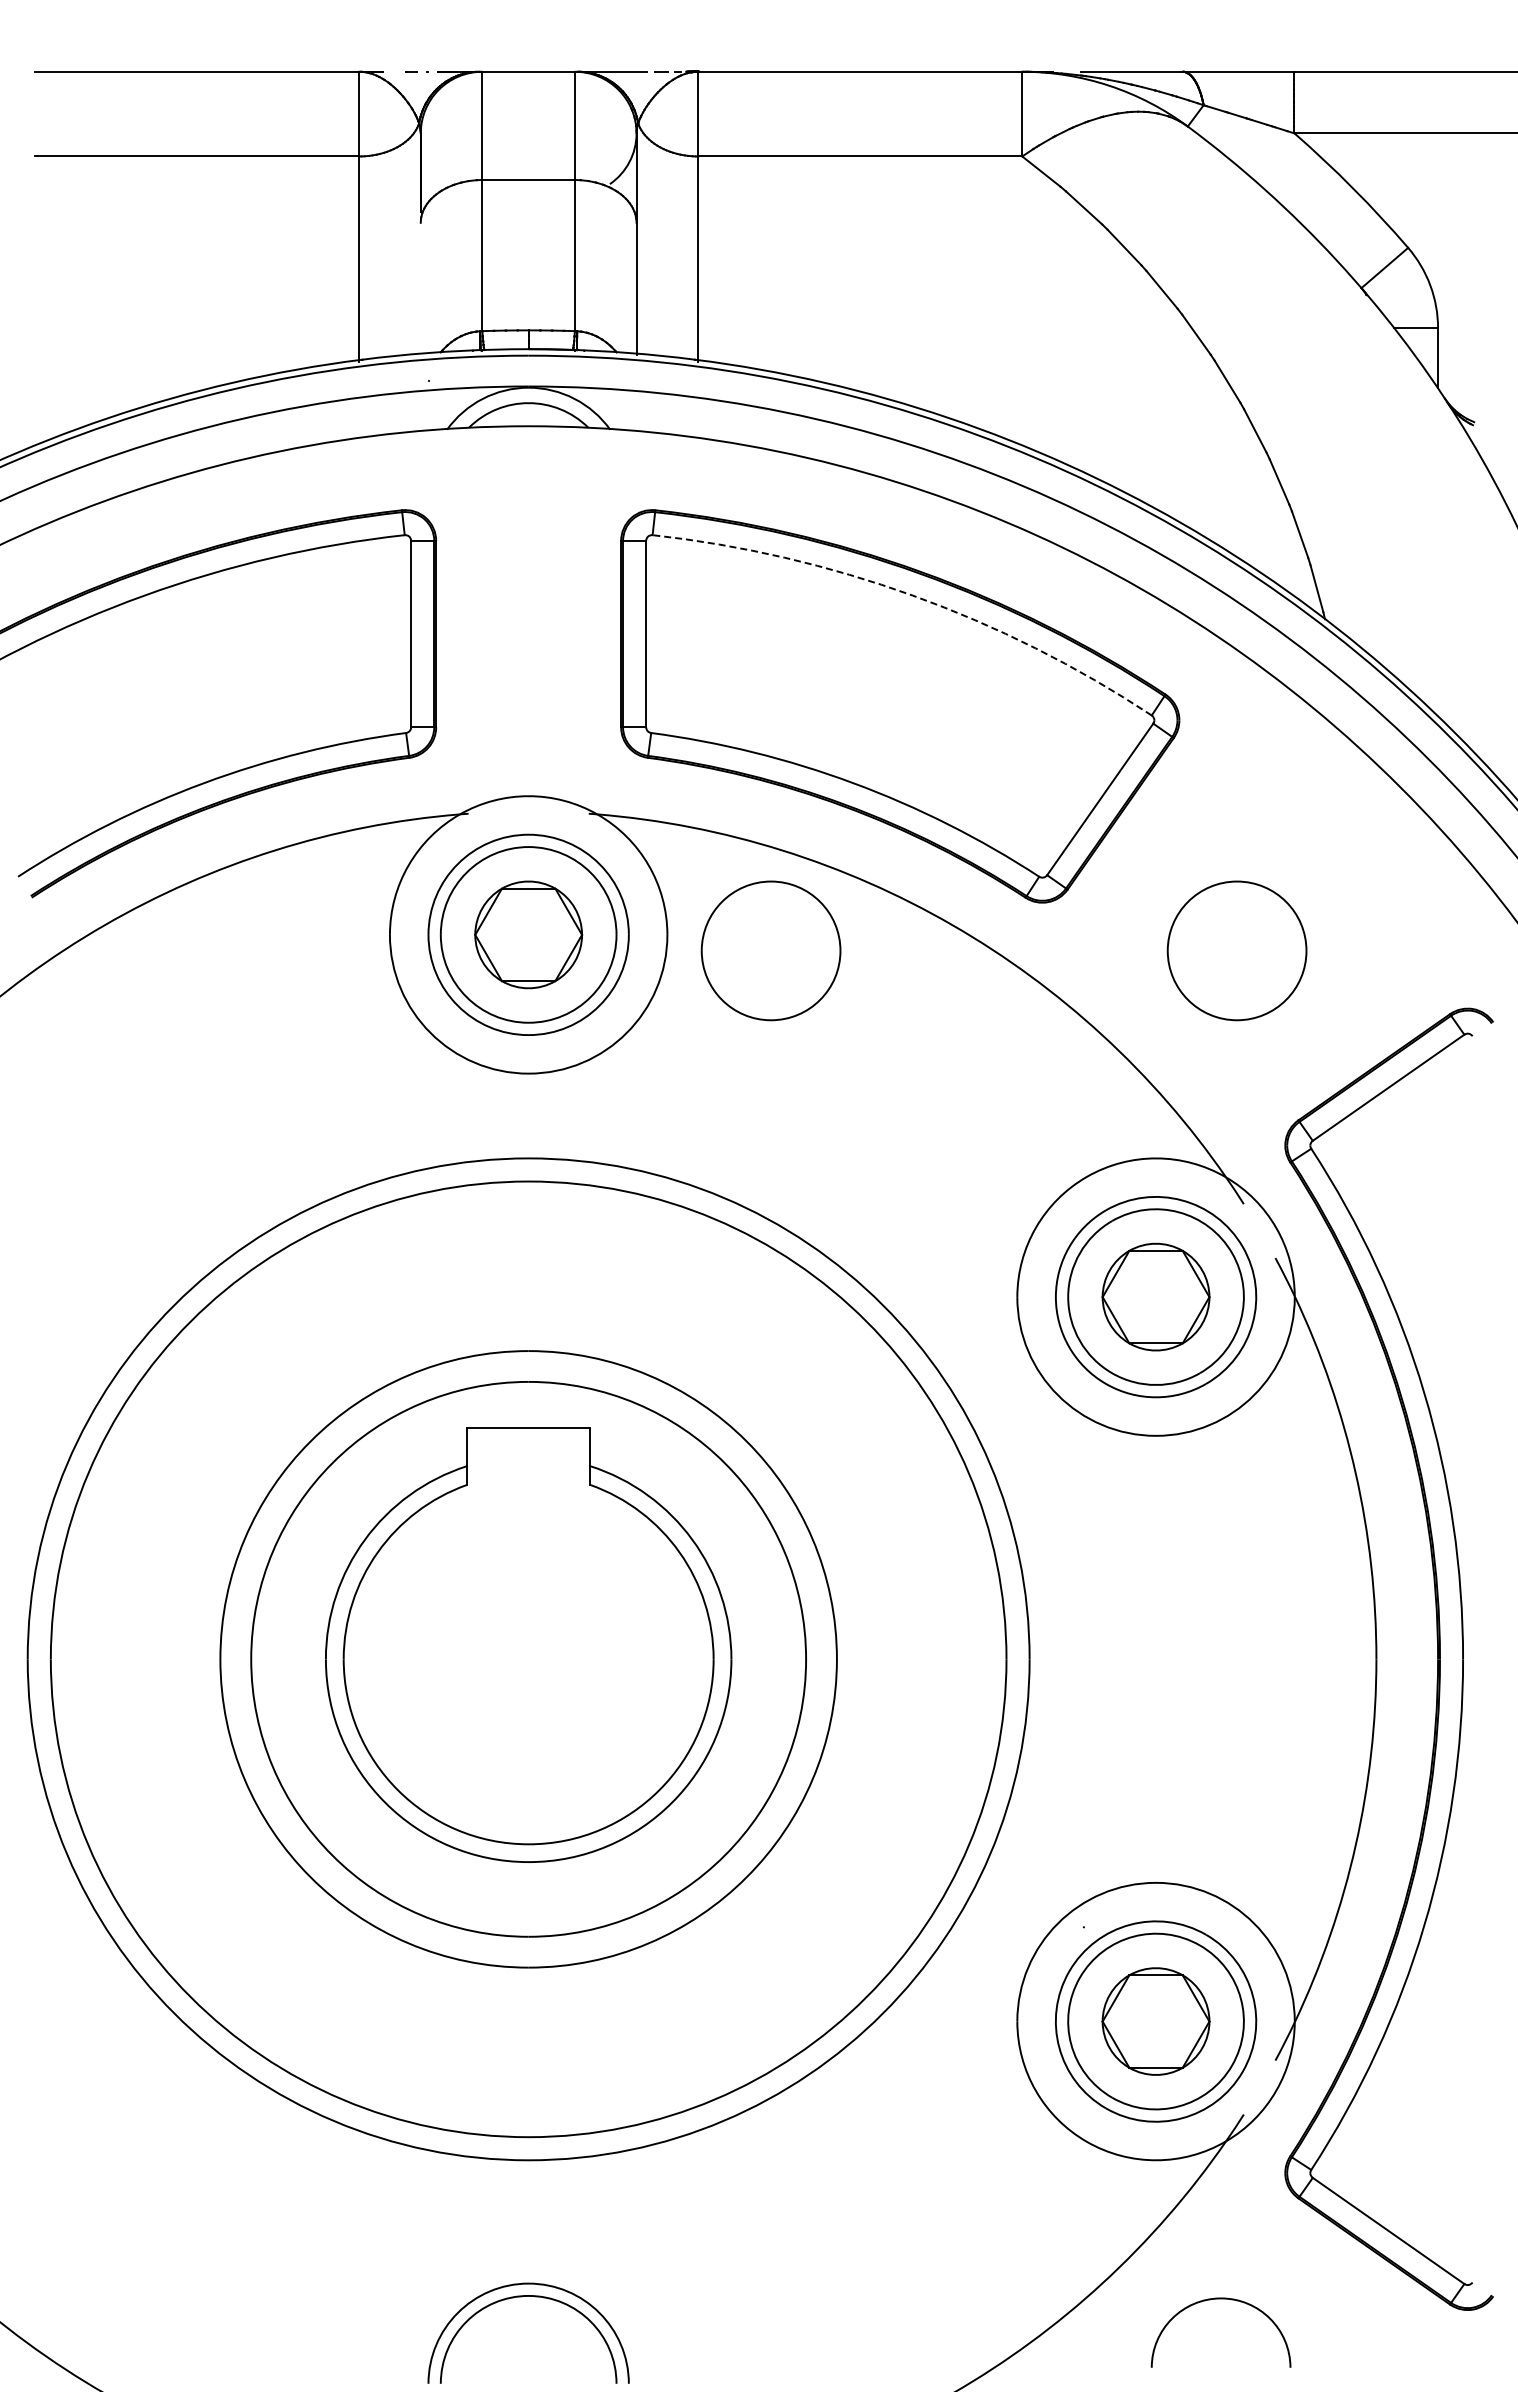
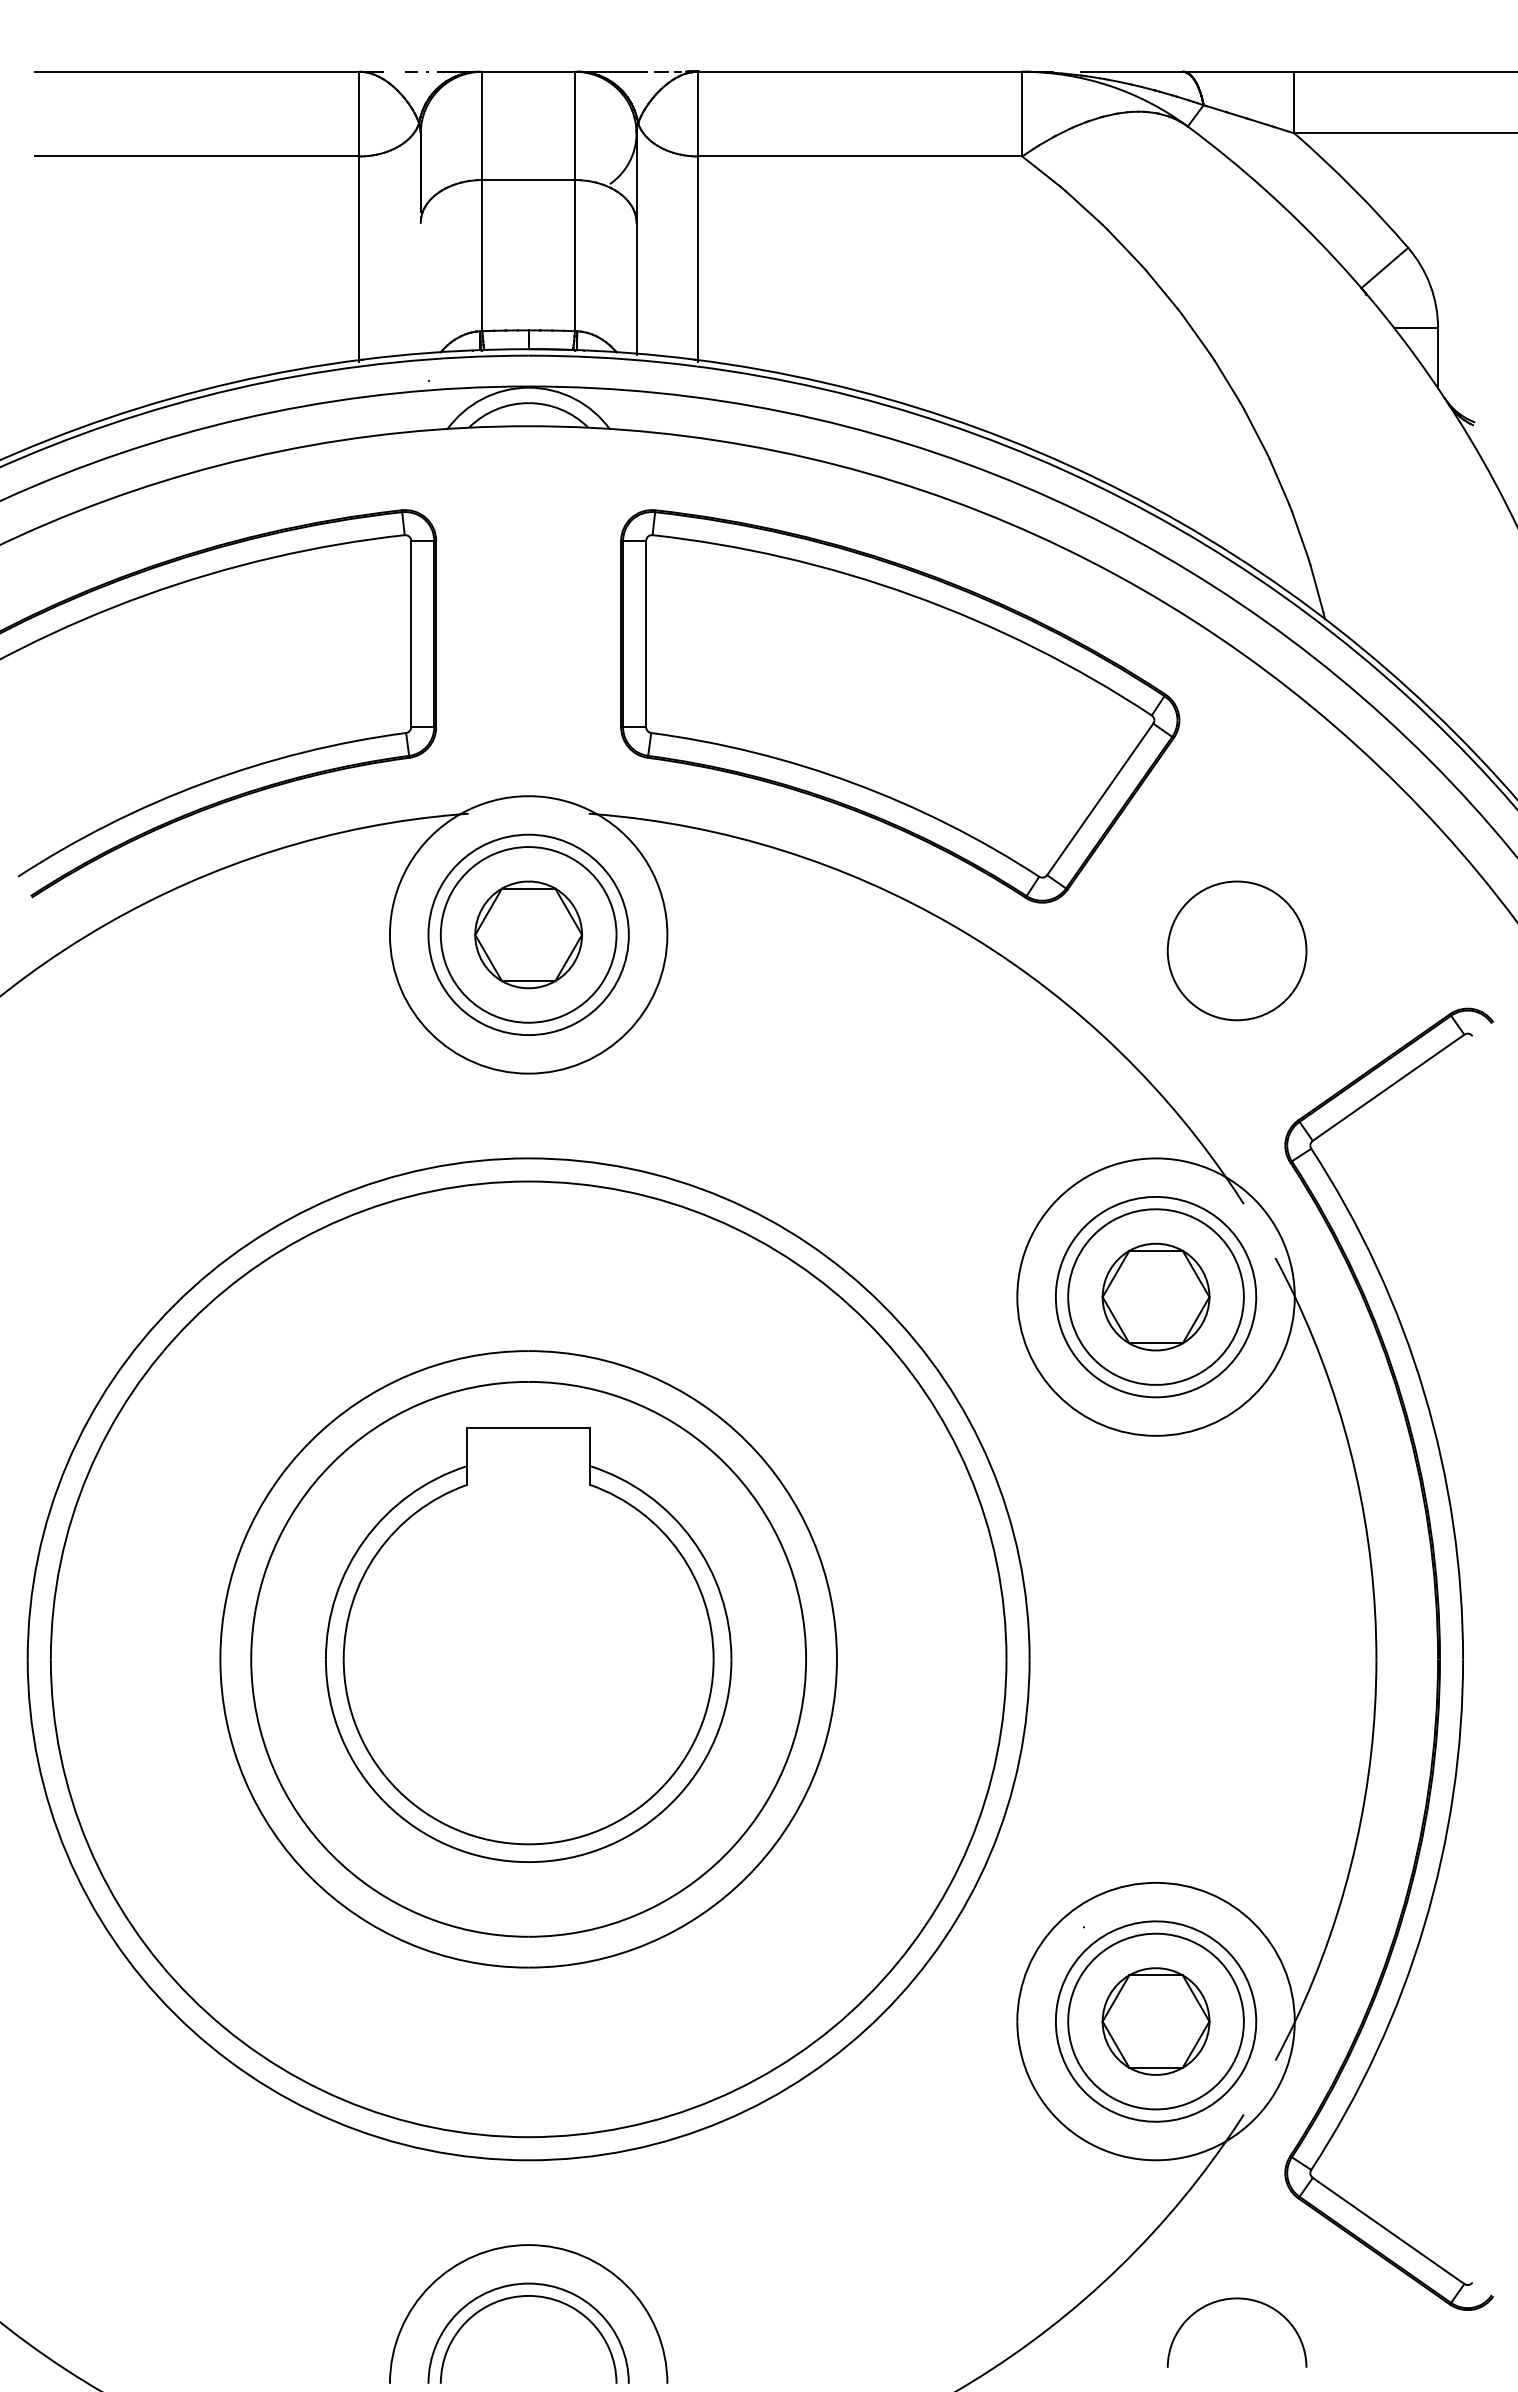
arc at (912, 595): dashed -> solid
part at (770, 950): present -> none
arc at (523, 2246): none -> present
arc at (1220, 2299) position: (1220, 2299) -> (1236, 2299)
